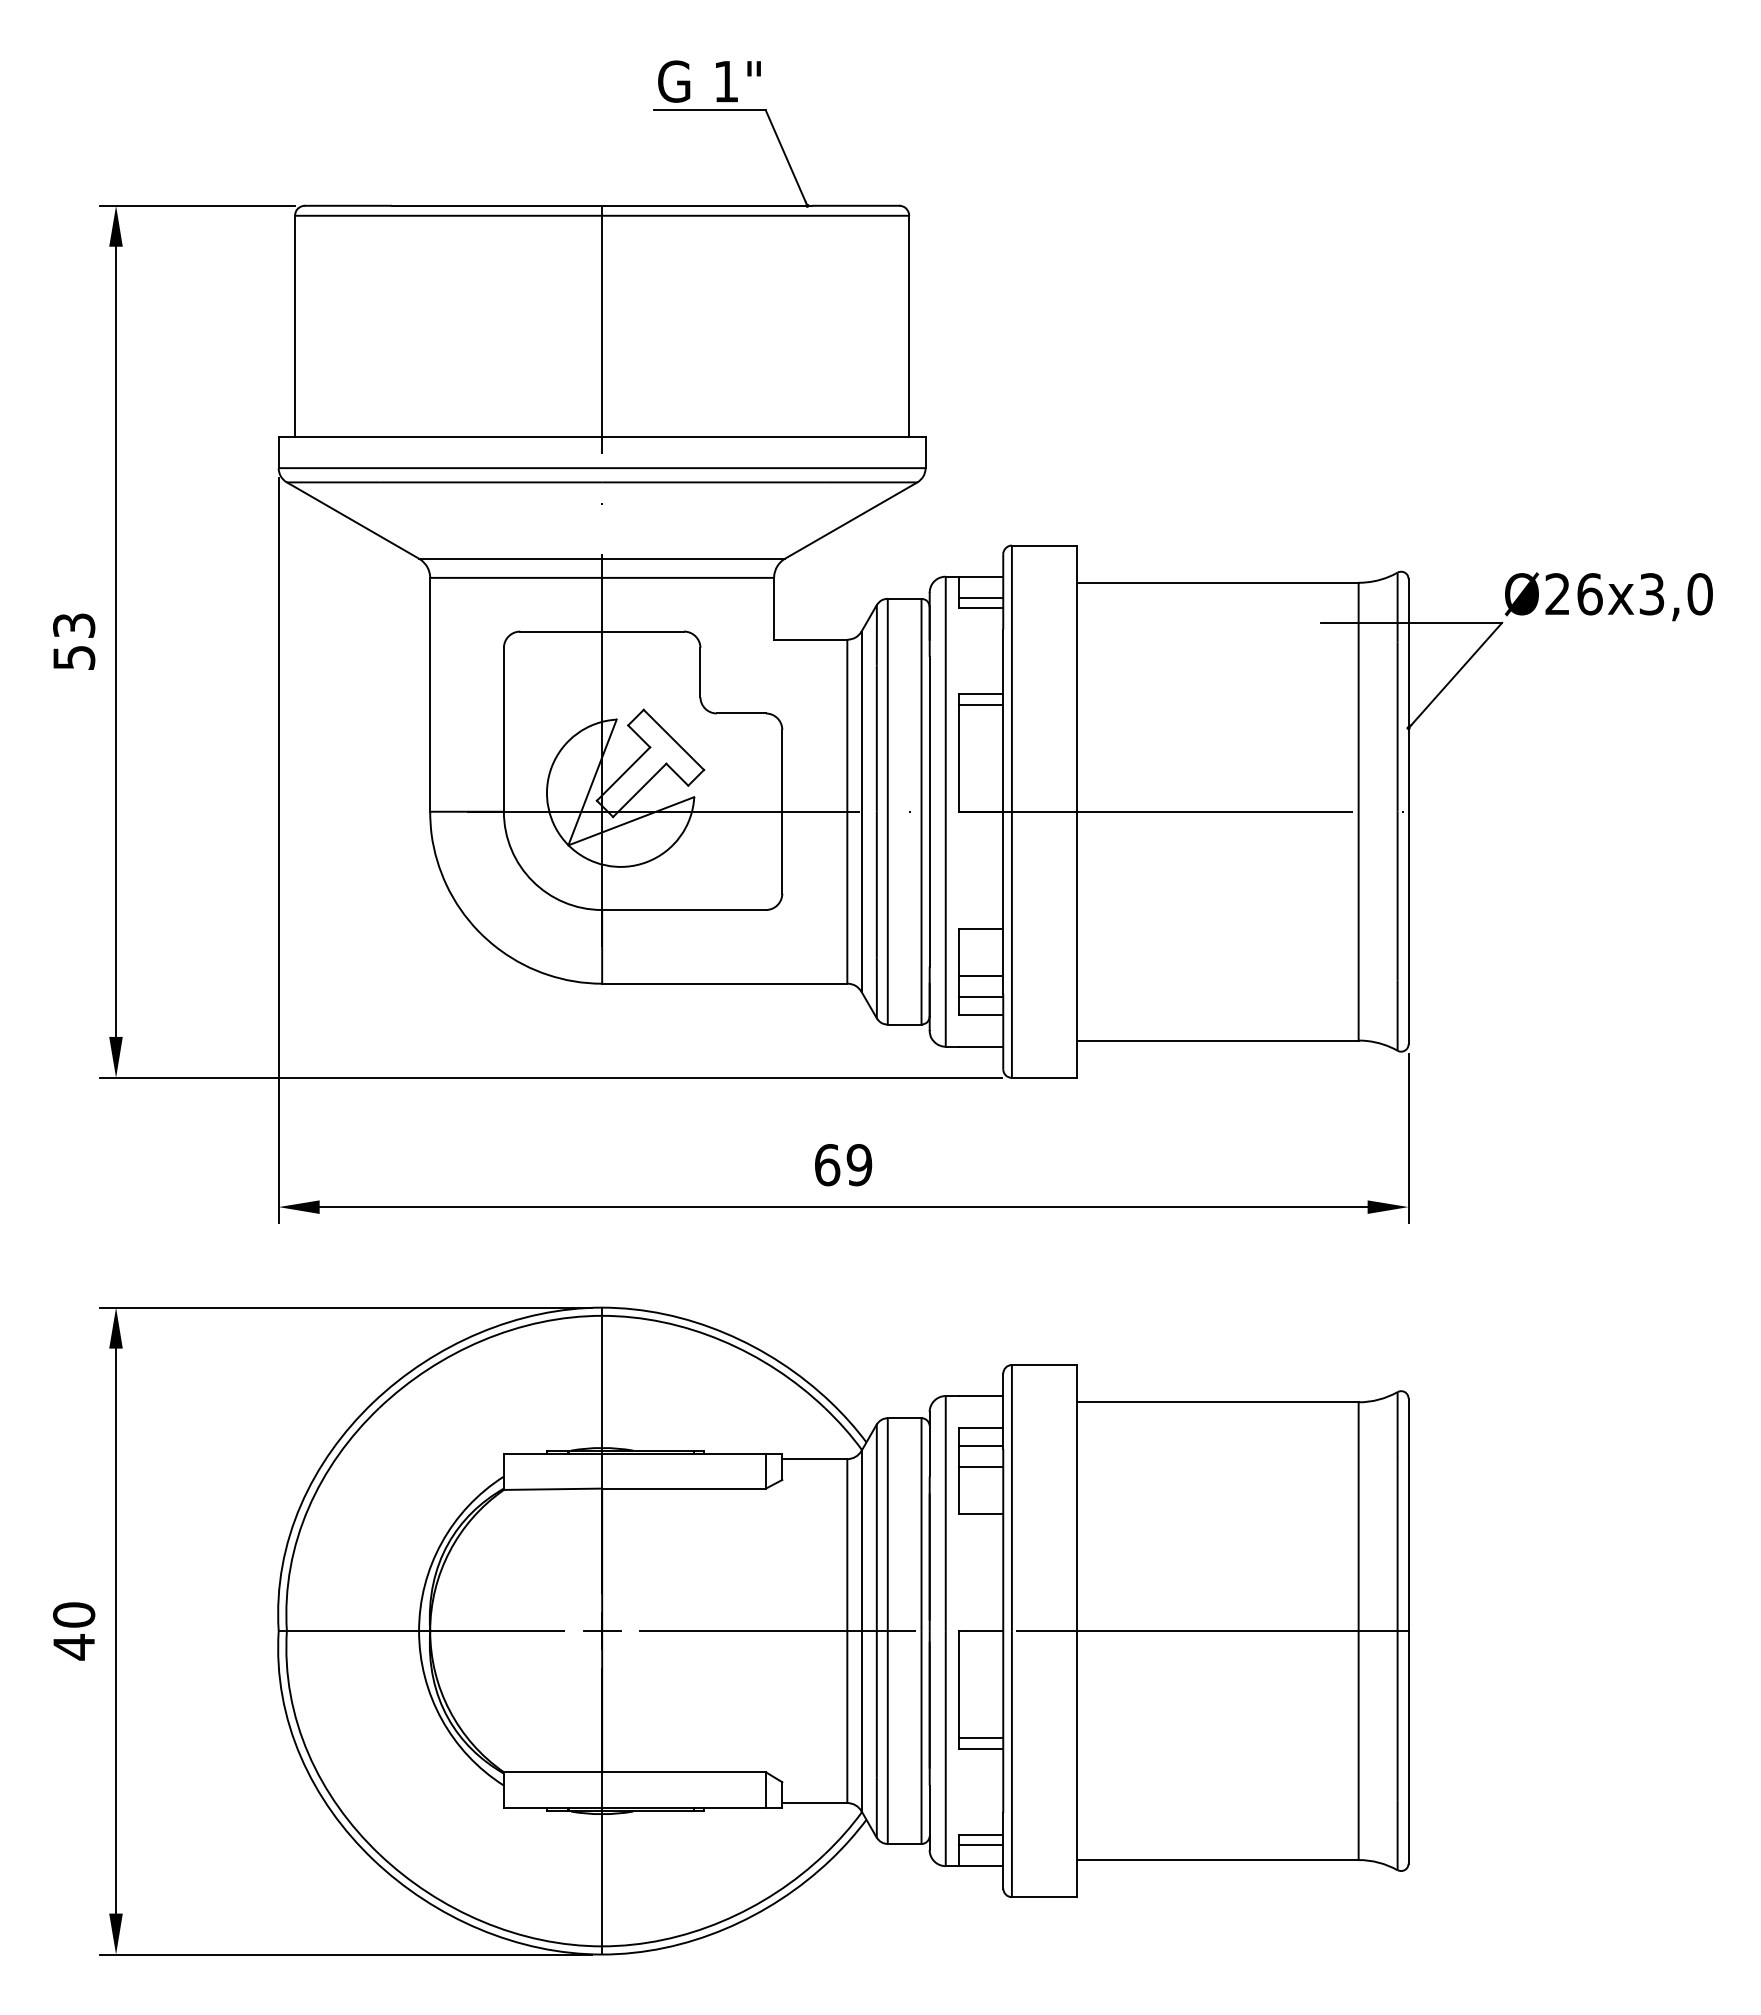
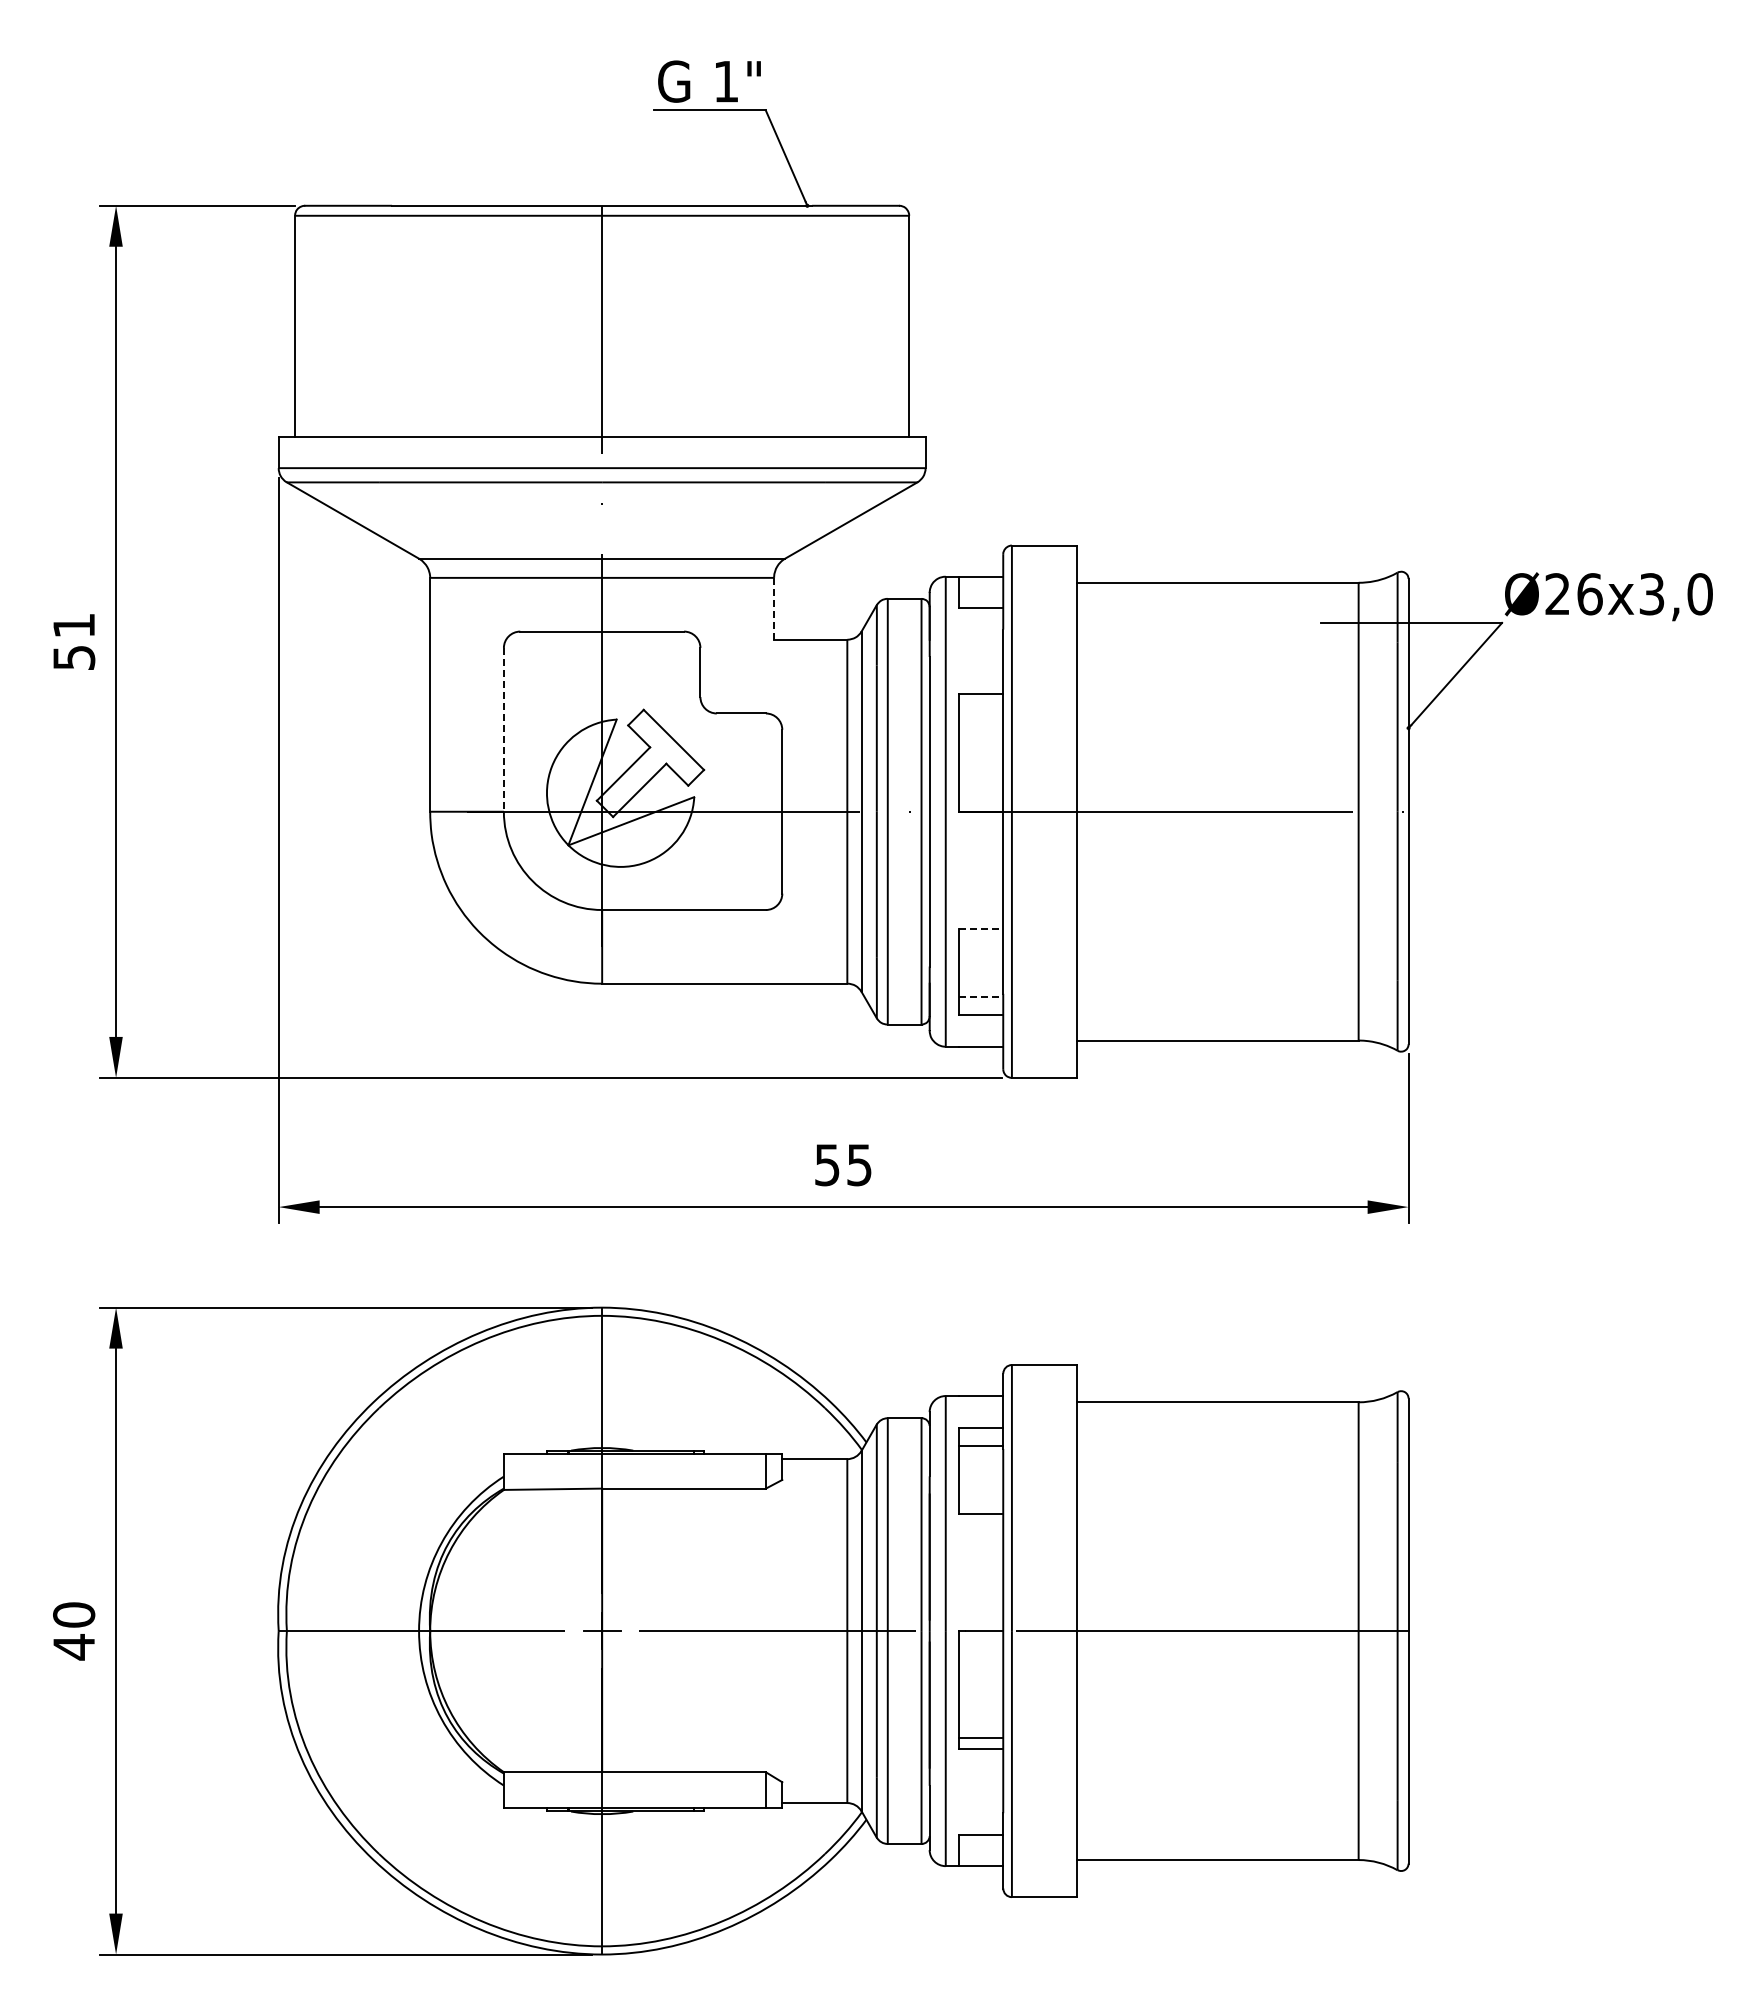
line at (981, 598): present -> none
line at (774, 608): solid -> dashed
text at (74, 625): 53 -> 51
line at (981, 704): present -> none
line at (503, 729): solid -> dashed
line at (981, 929): solid -> dashed
line at (981, 975): present -> none
line at (981, 996): solid -> dashed
text at (843, 1165): 69 -> 55
line at (981, 1467): present -> none
line at (981, 1844): present -> none
